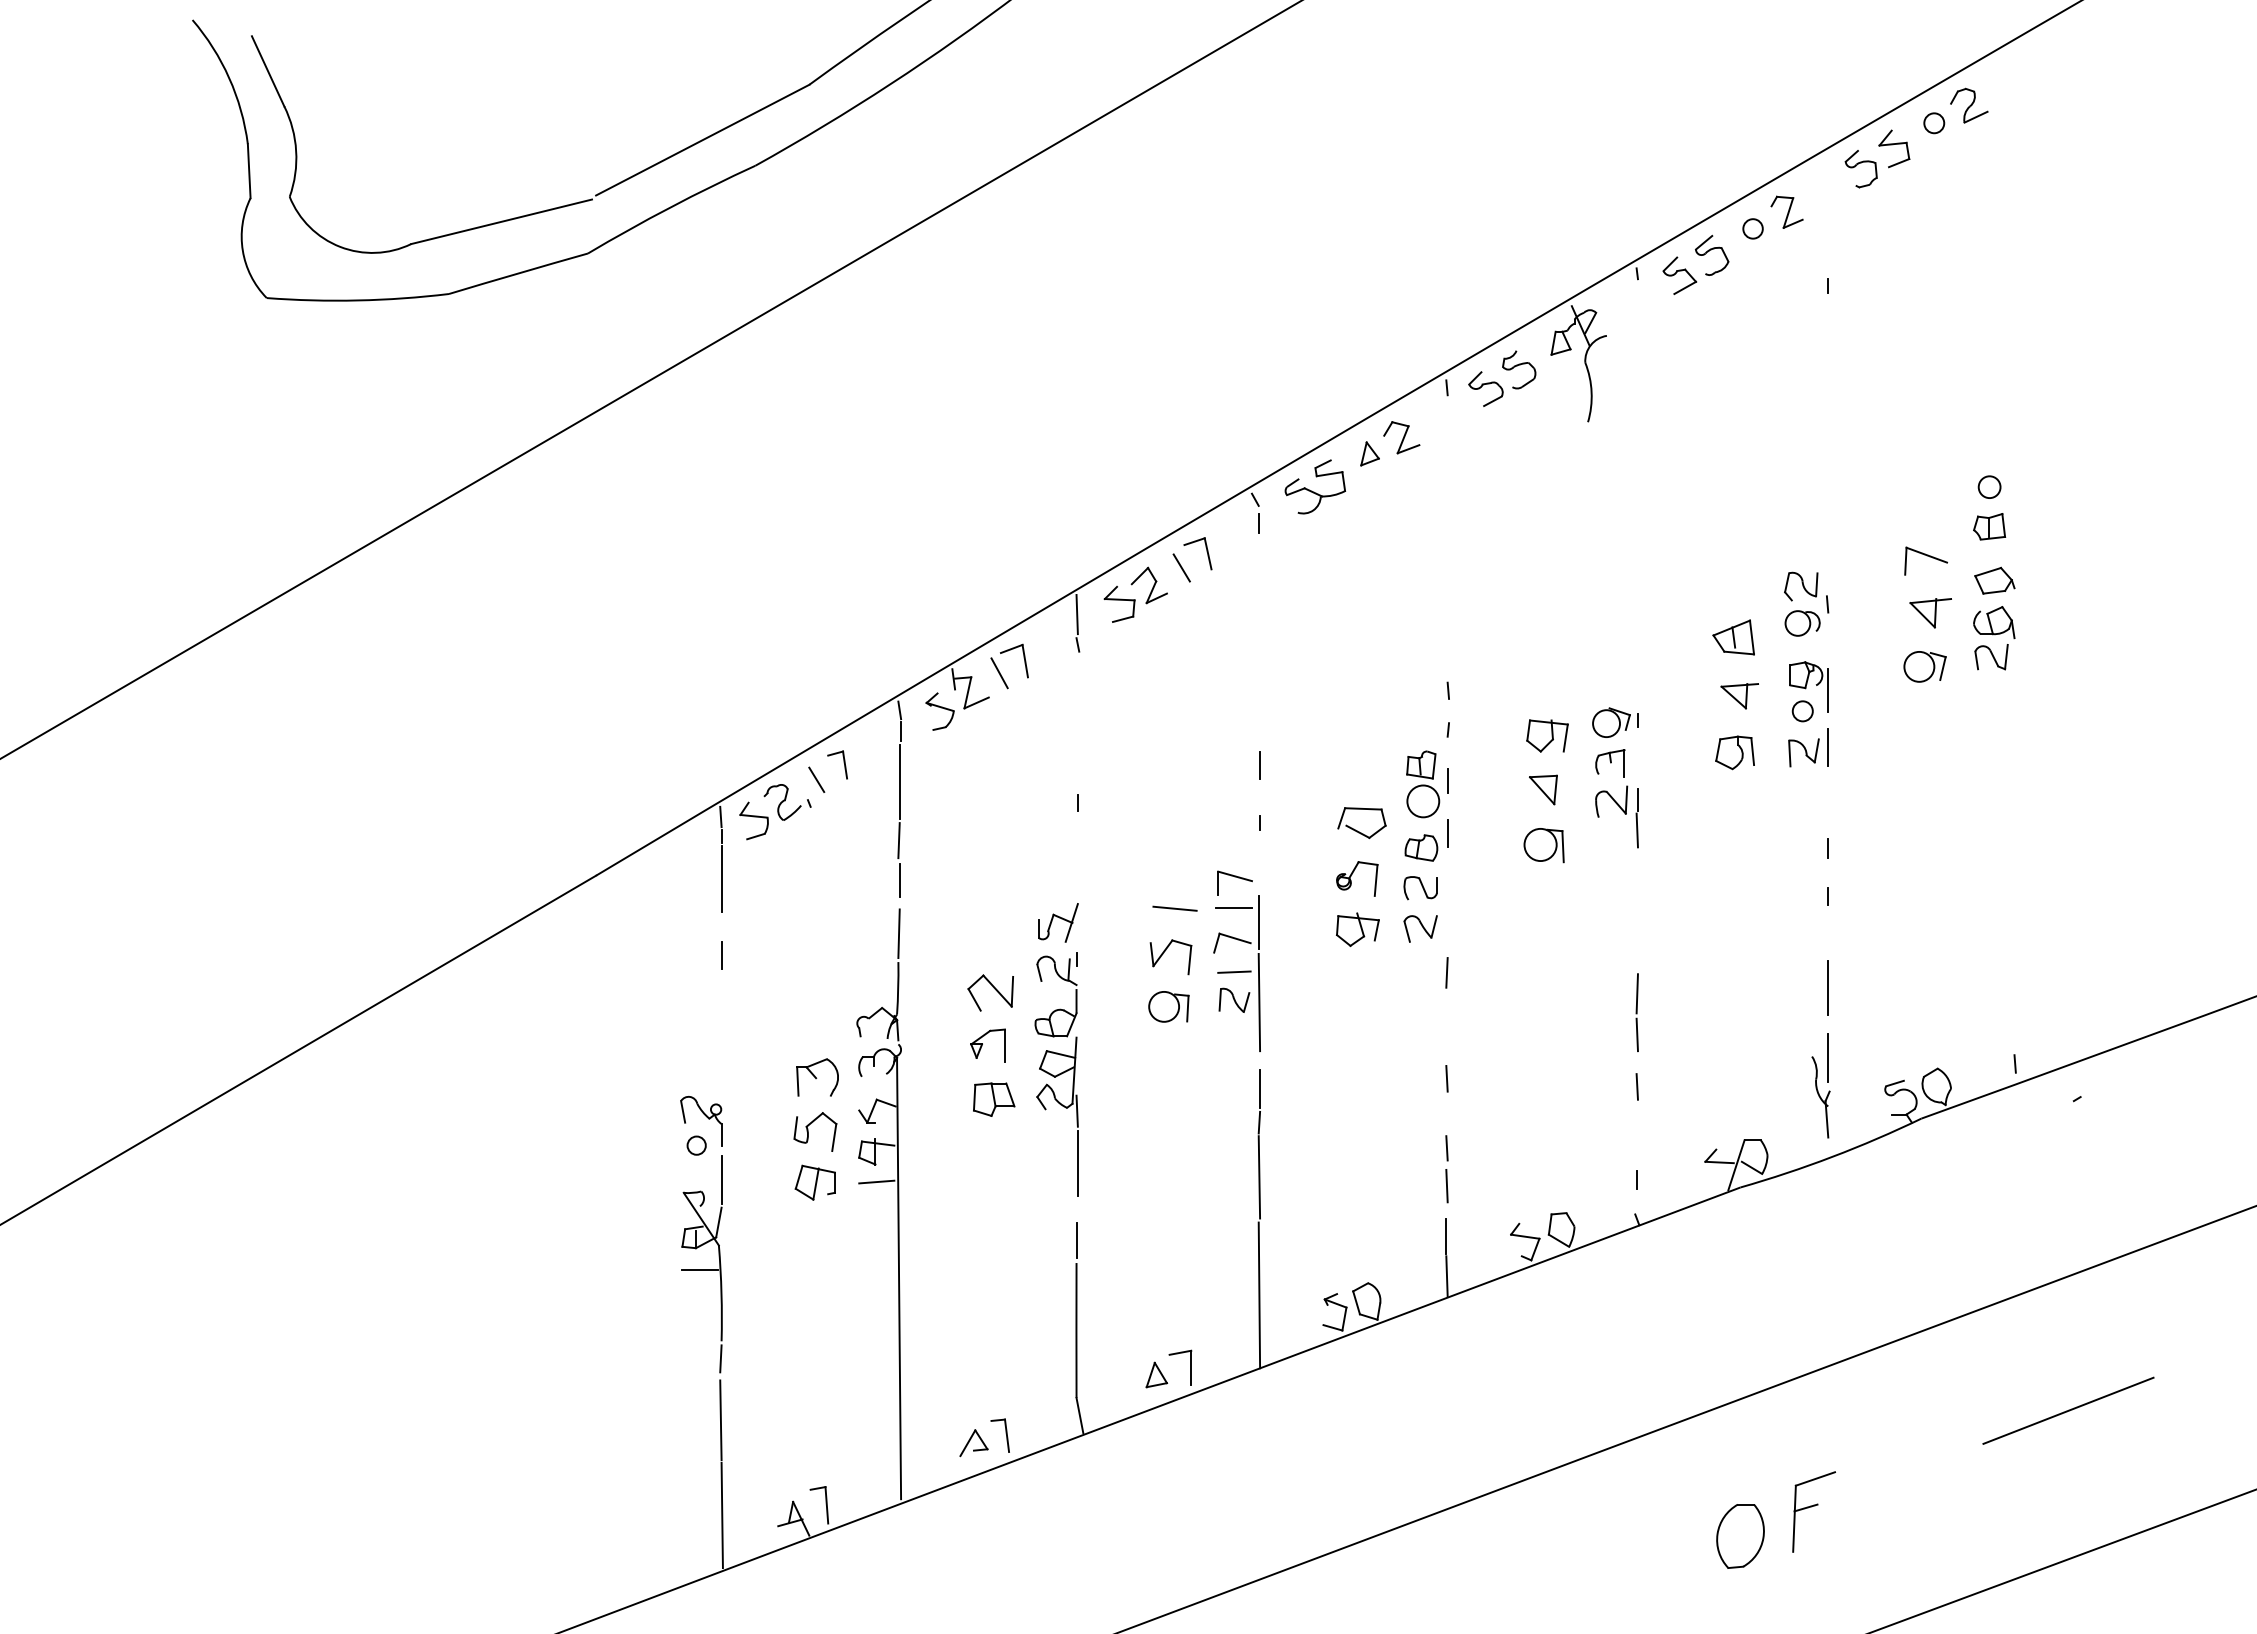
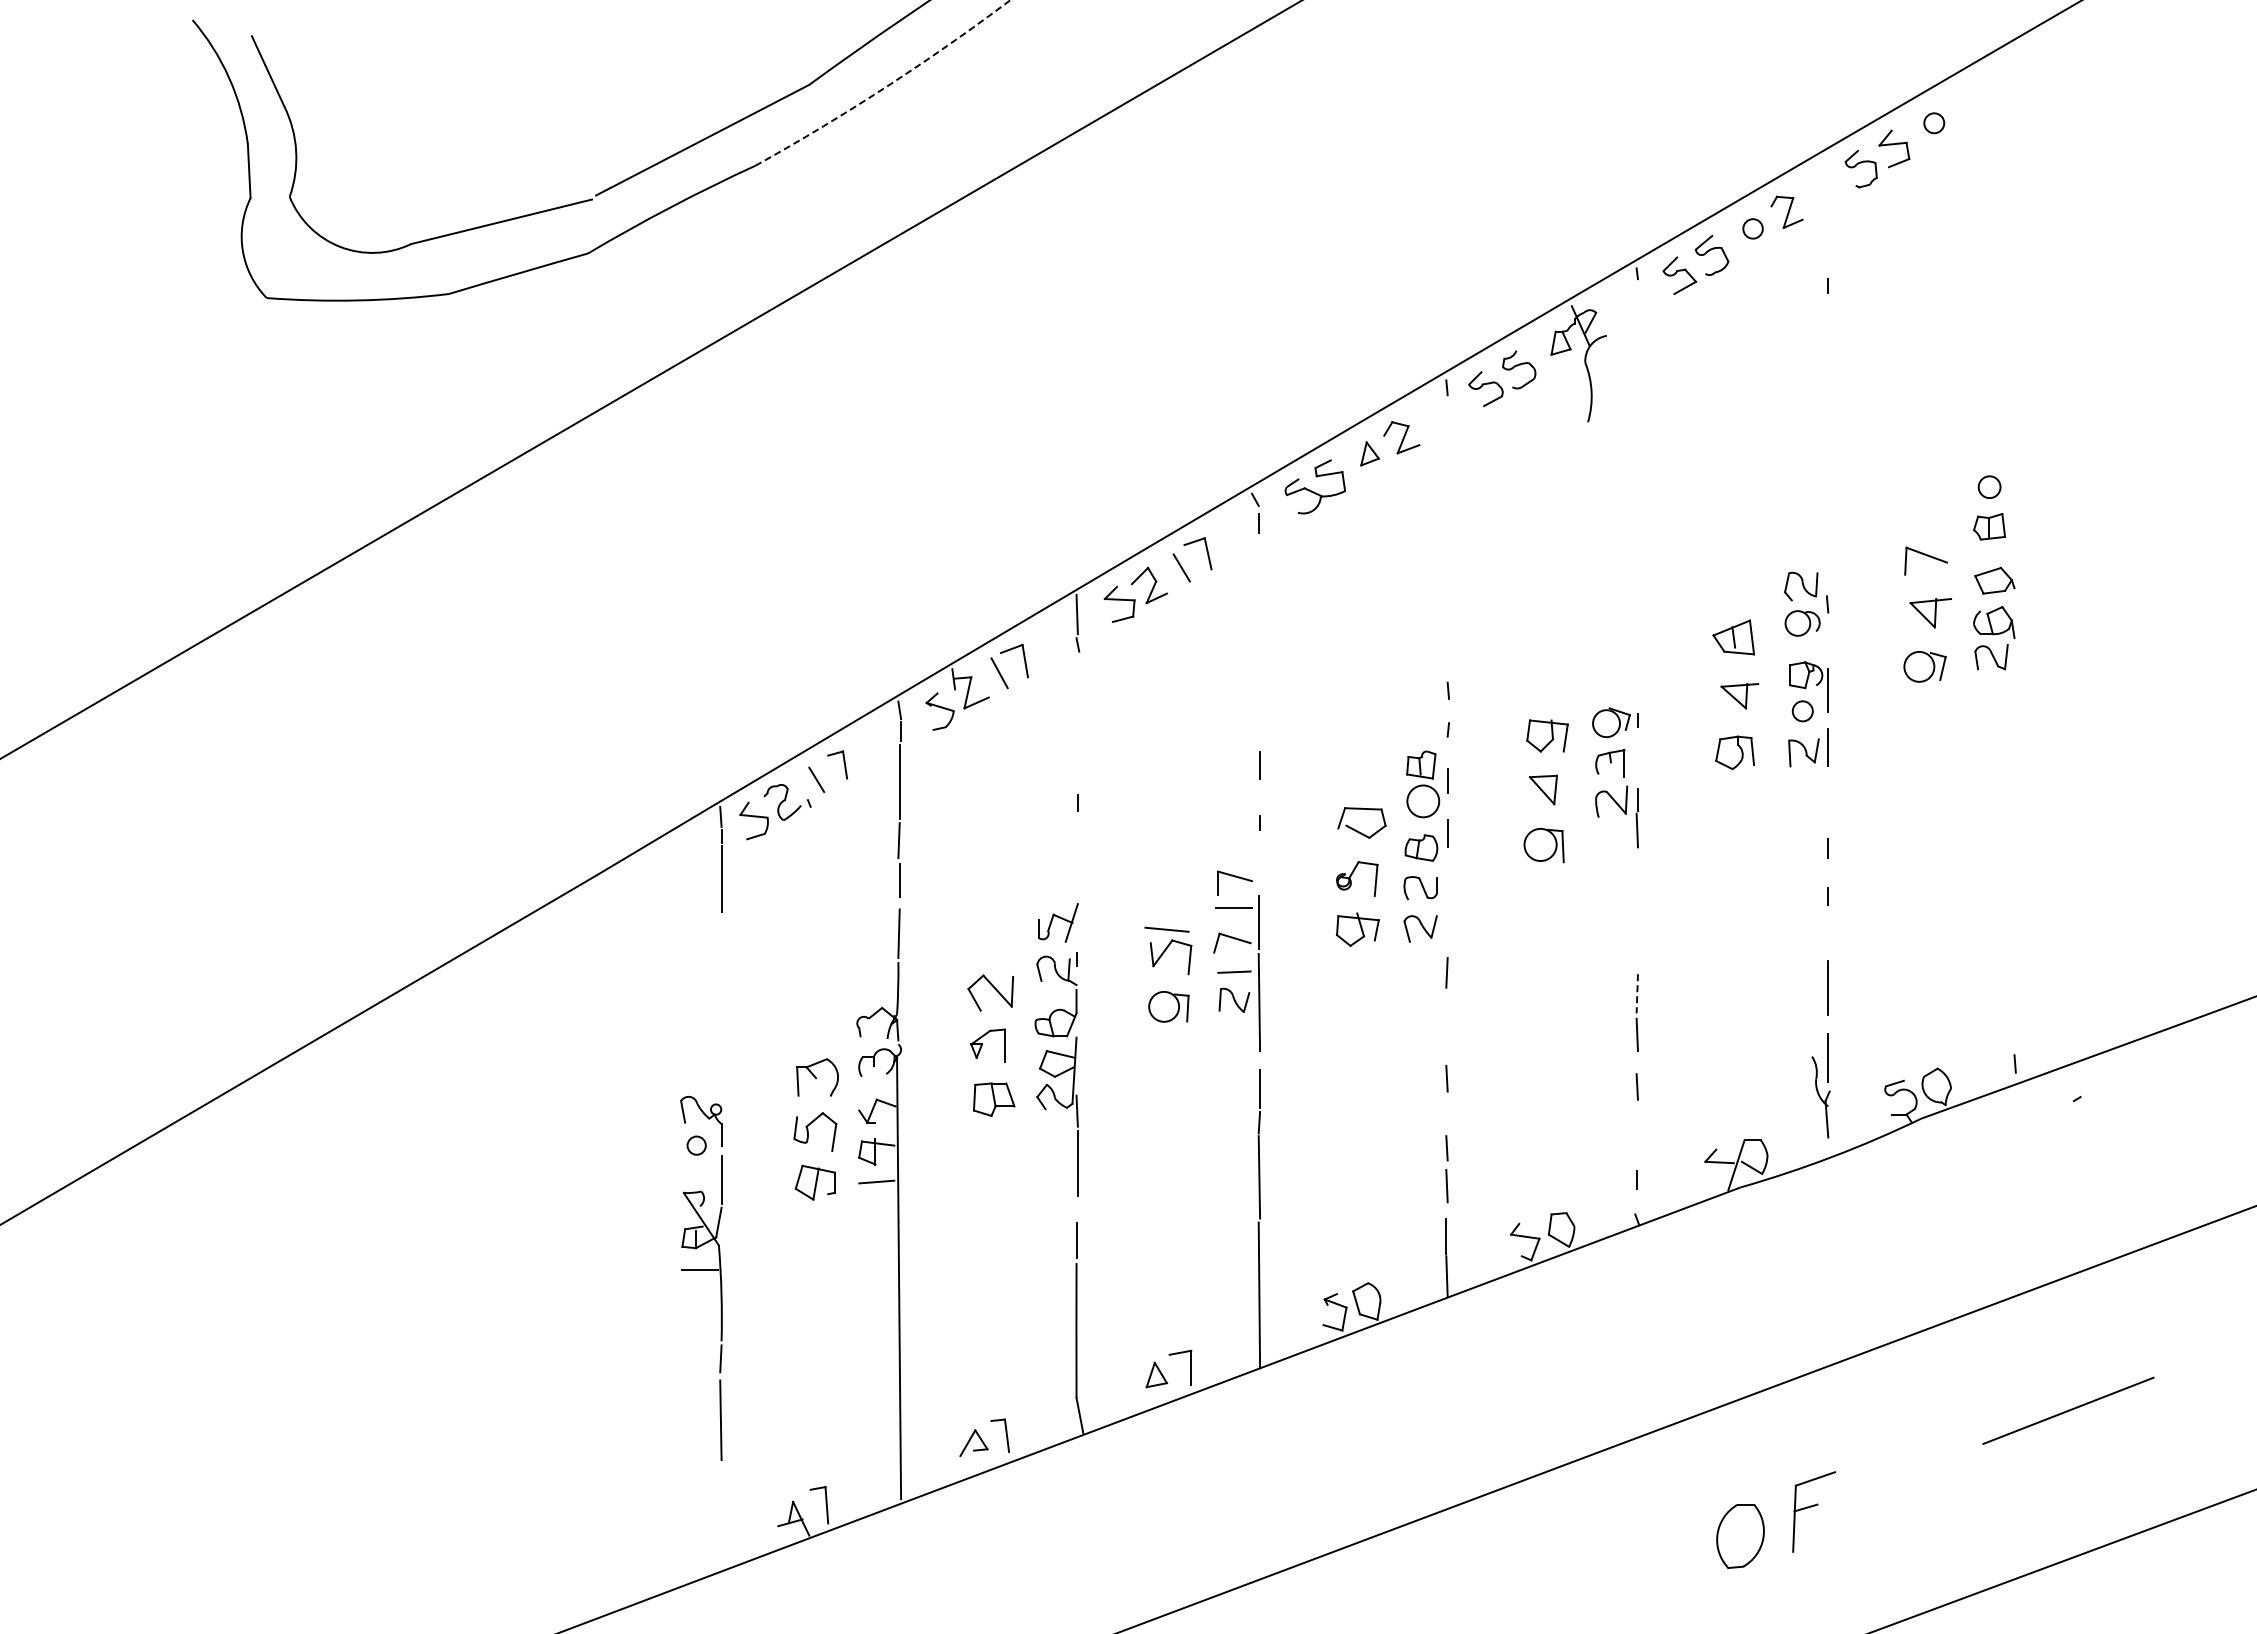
arc at (886, 86): solid -> dashed
part at (1969, 105): present -> none
line at (1174, 908) position: (1174, 908) -> (1166, 929)
line at (721, 954): present -> none
line at (1637, 993): solid -> dashed
line at (721, 1515): present -> none
